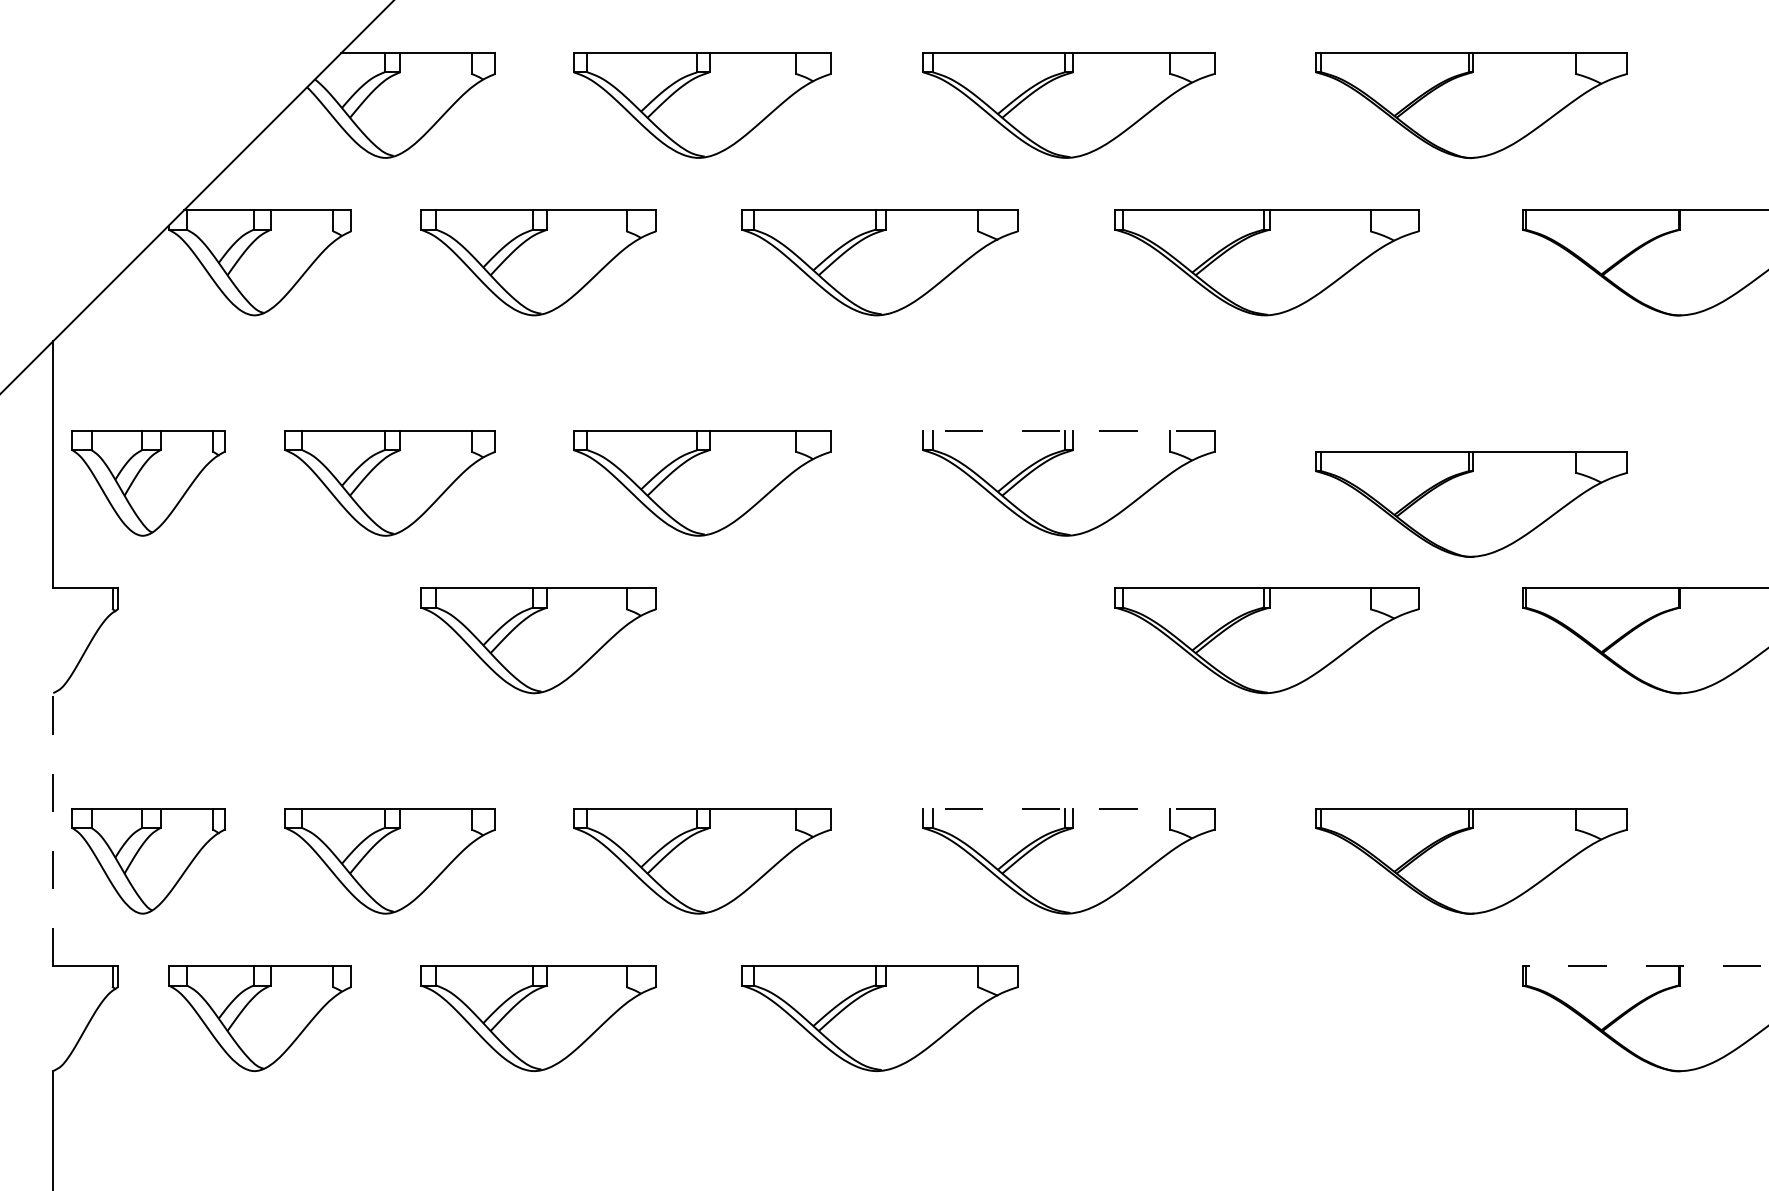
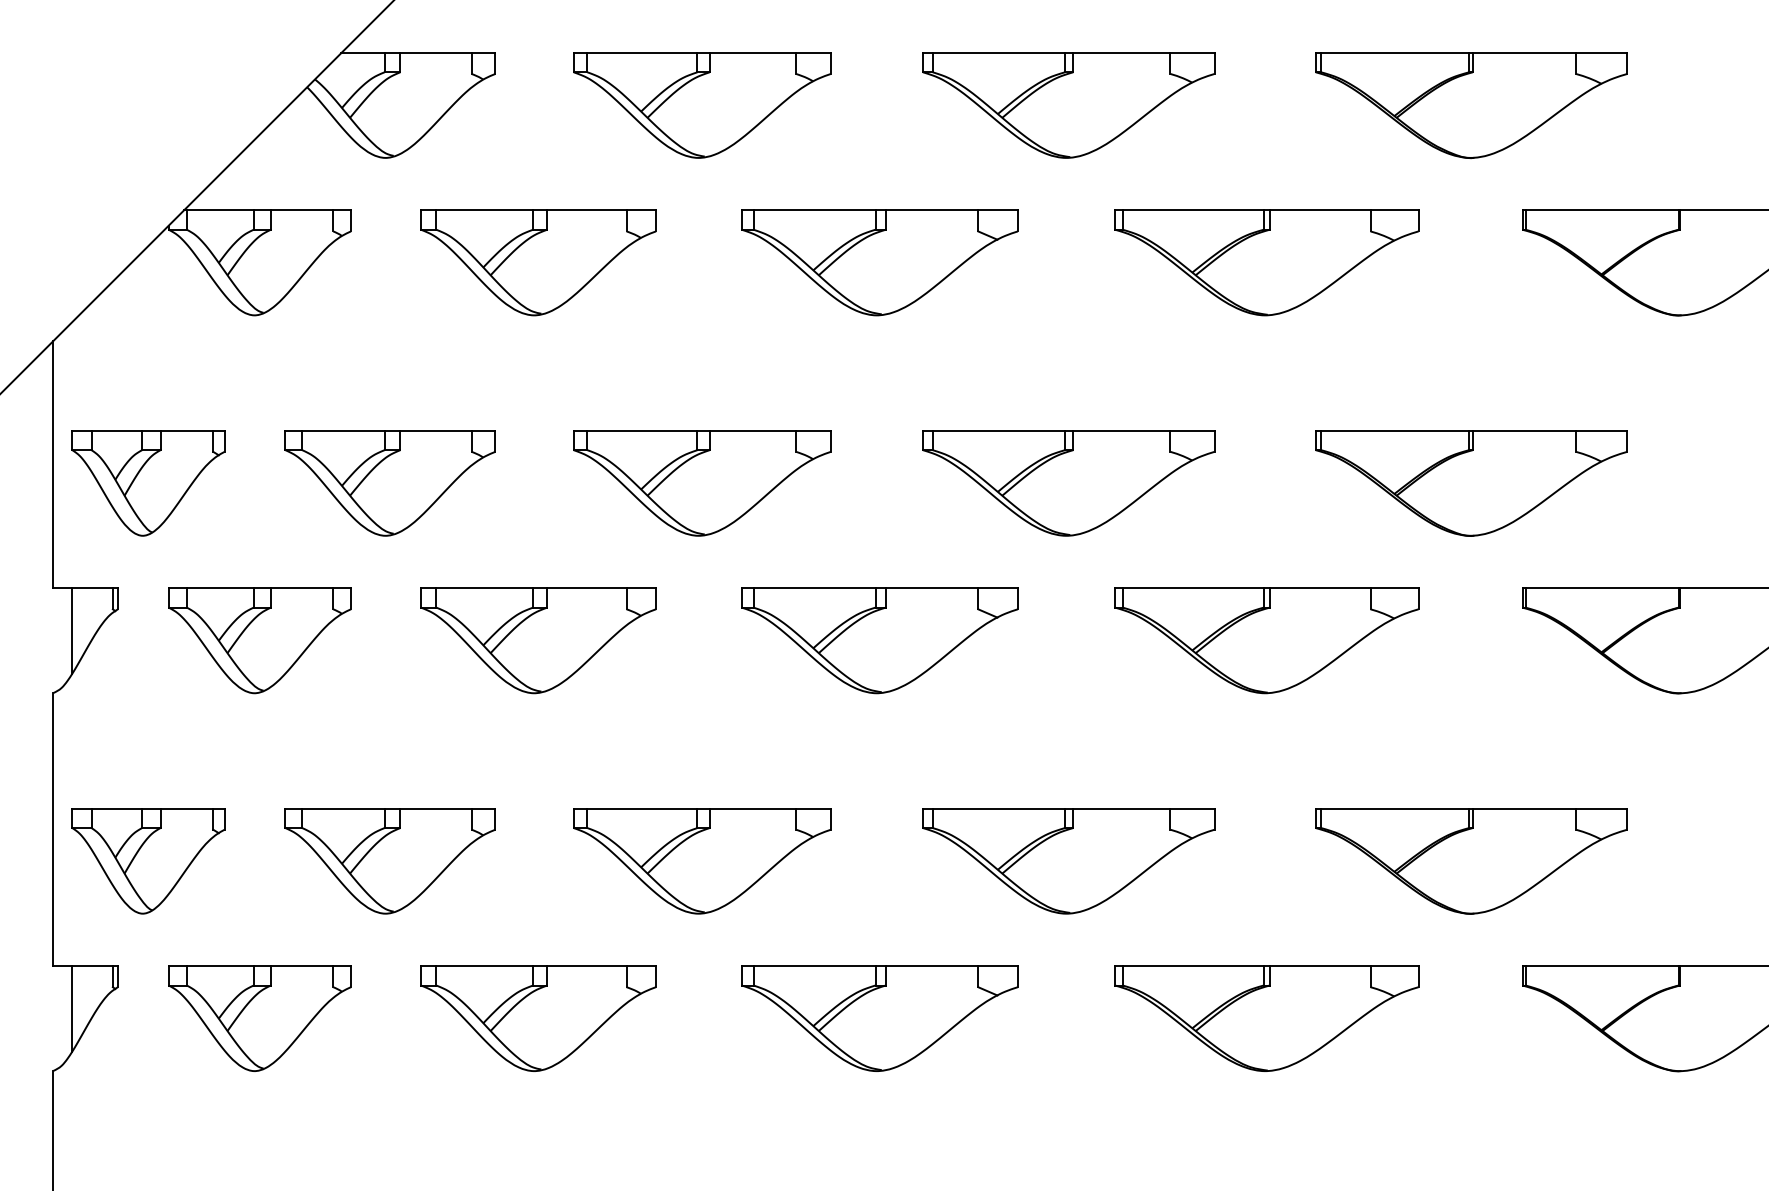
line at (1068, 430): dashed -> solid
part at (1471, 504) position: (1471, 504) -> (1471, 483)
line at (72, 630): none -> present
part at (259, 640): none -> present
part at (879, 640): none -> present
line at (1068, 808): dashed -> solid
line at (53, 829): dashed -> solid
line at (1645, 966): dashed -> solid
line at (72, 1008): none -> present
part at (1266, 1018): none -> present
